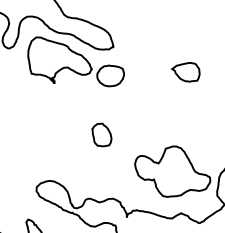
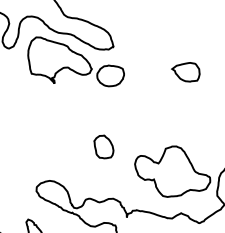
part at (101, 134) position: (101, 134) -> (103, 146)
